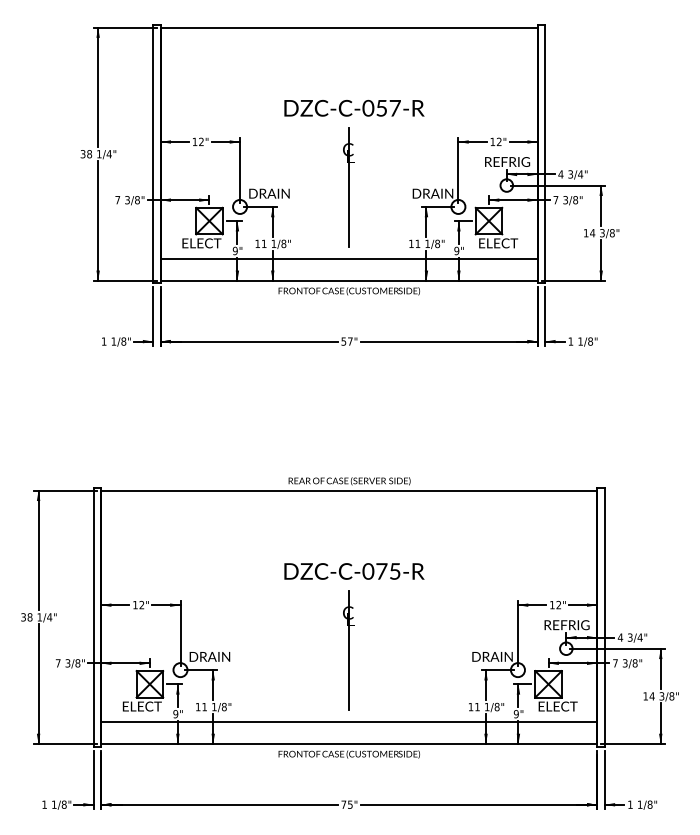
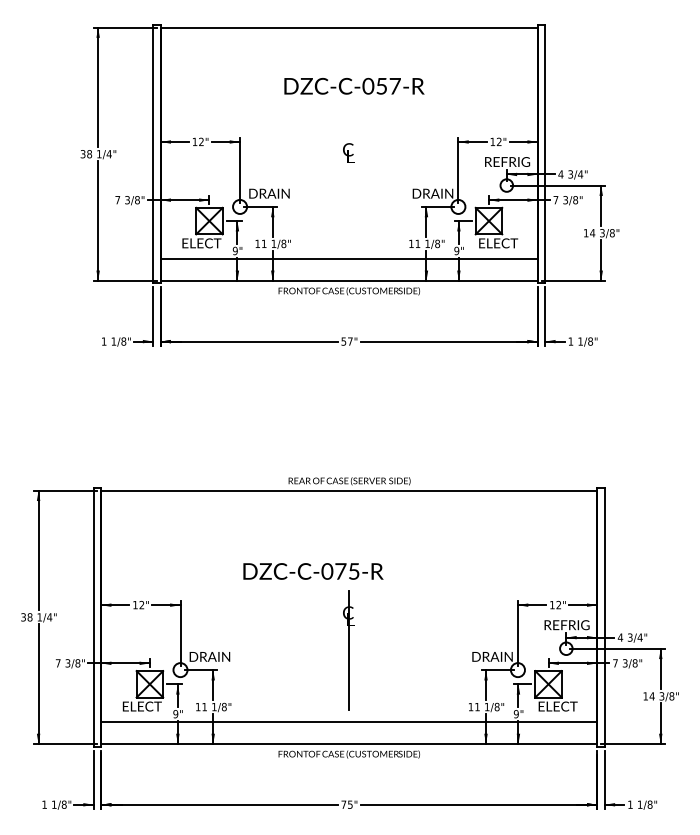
text at (354, 108) position: (354, 108) -> (354, 86)
line at (349, 187): present -> none
text at (354, 571) position: (354, 571) -> (313, 571)
